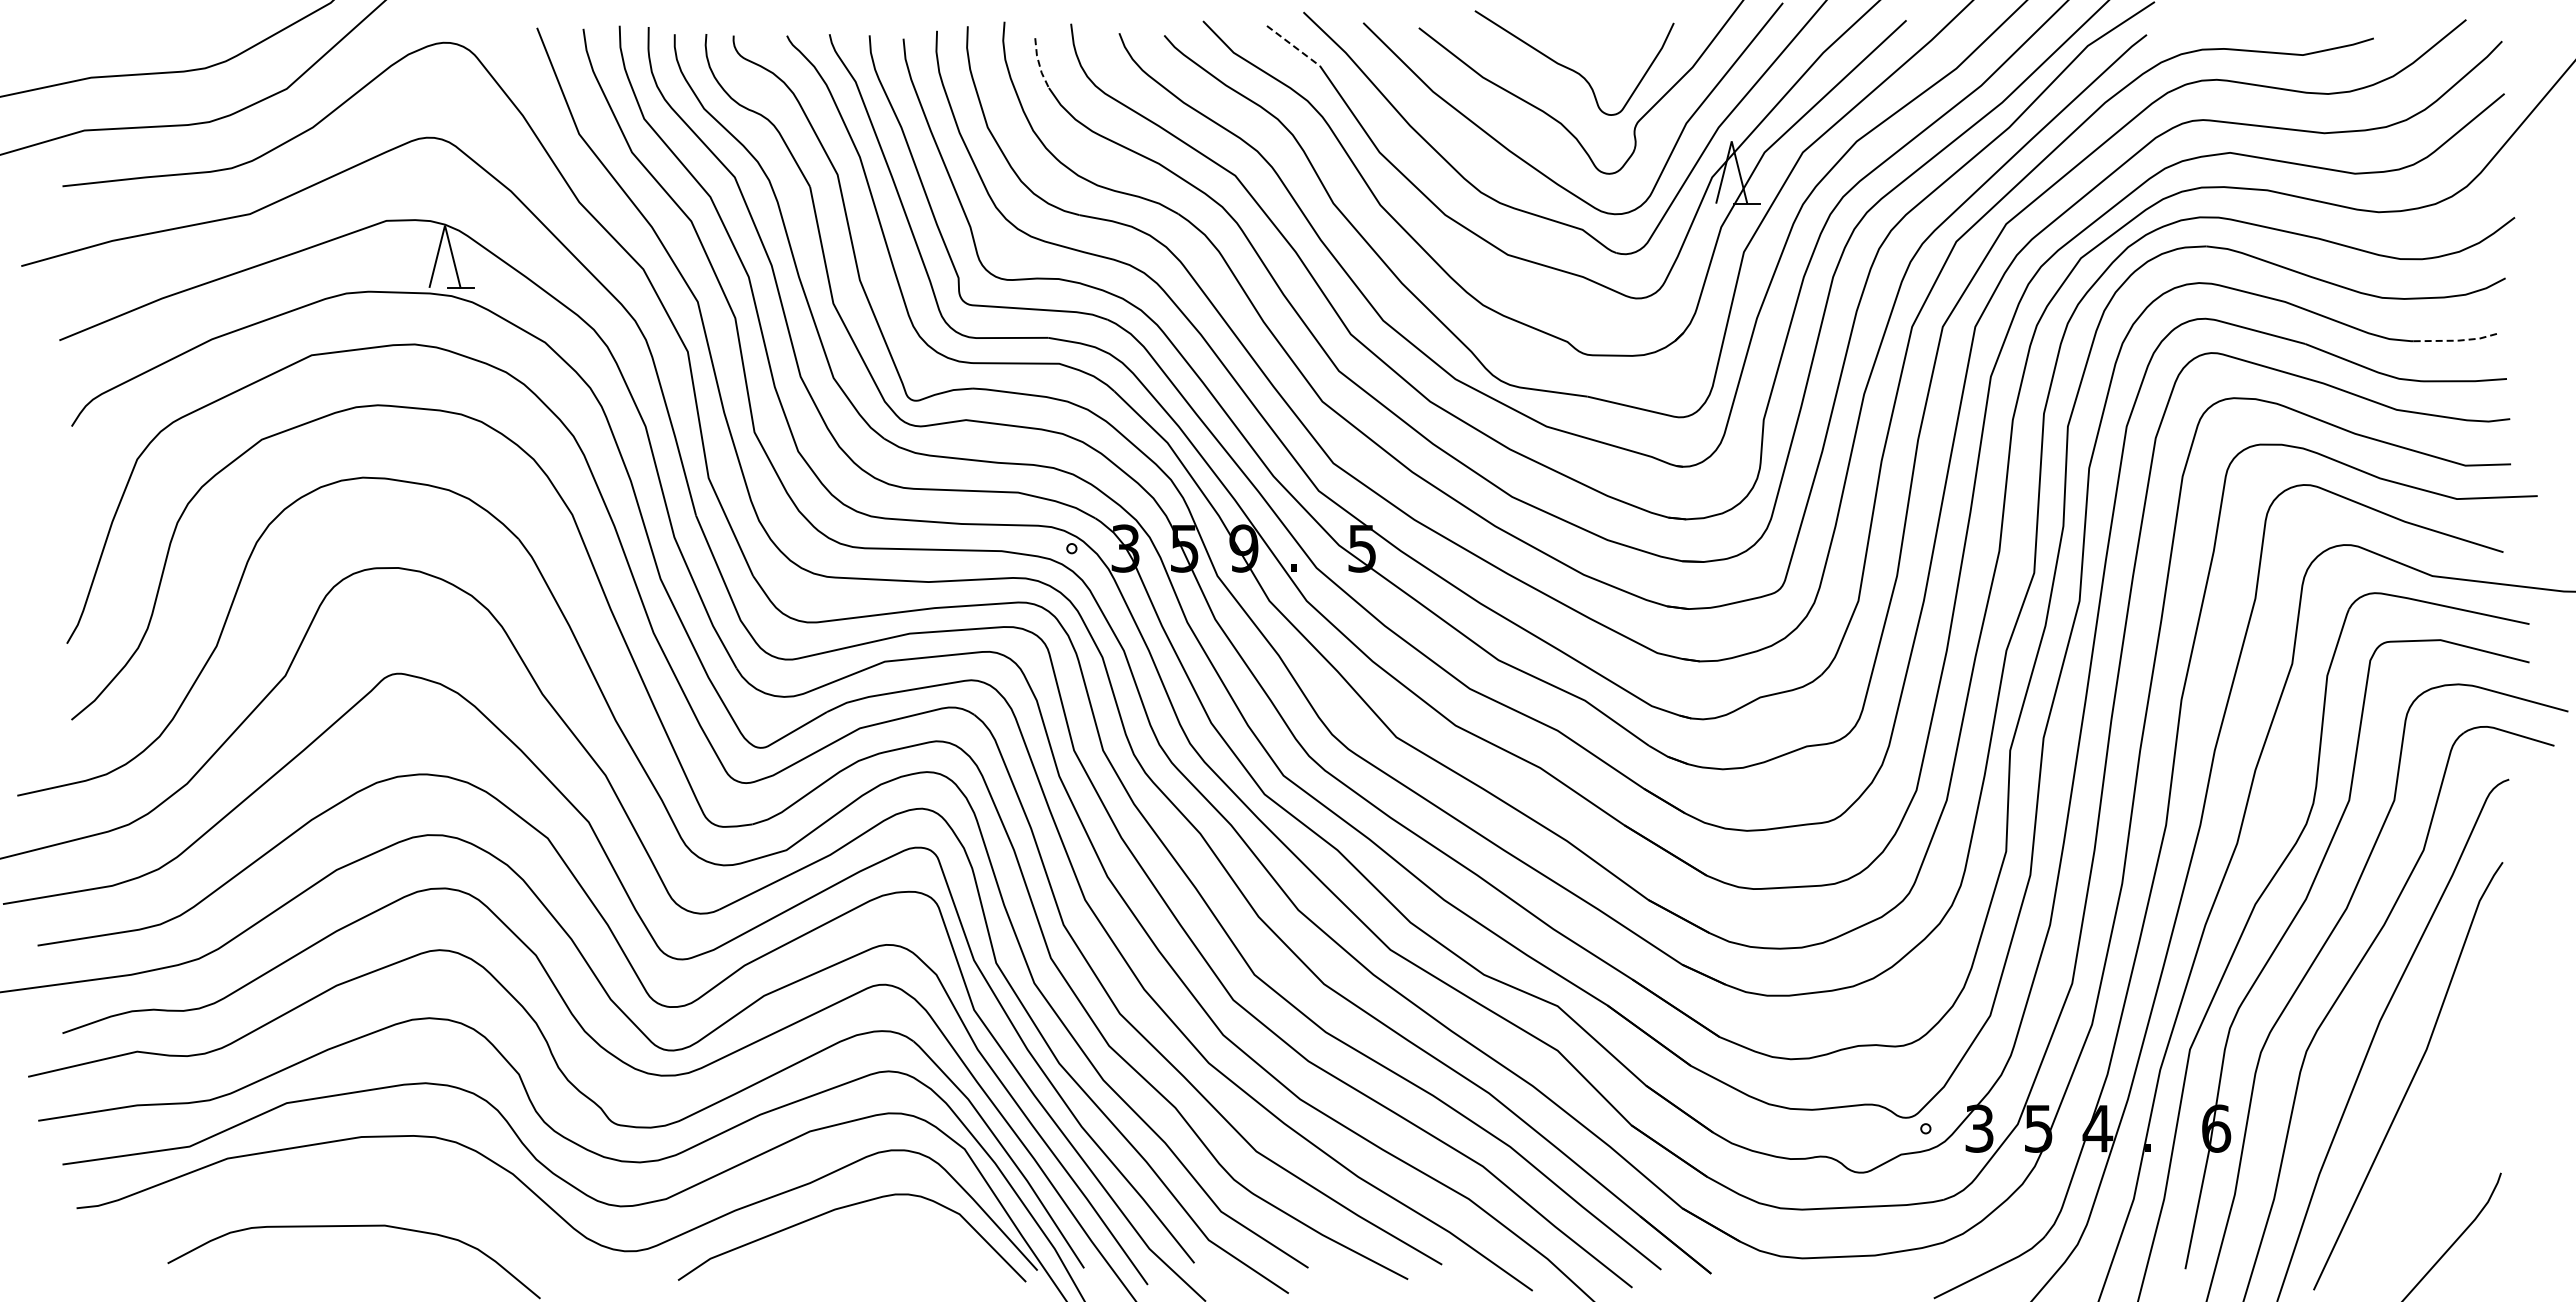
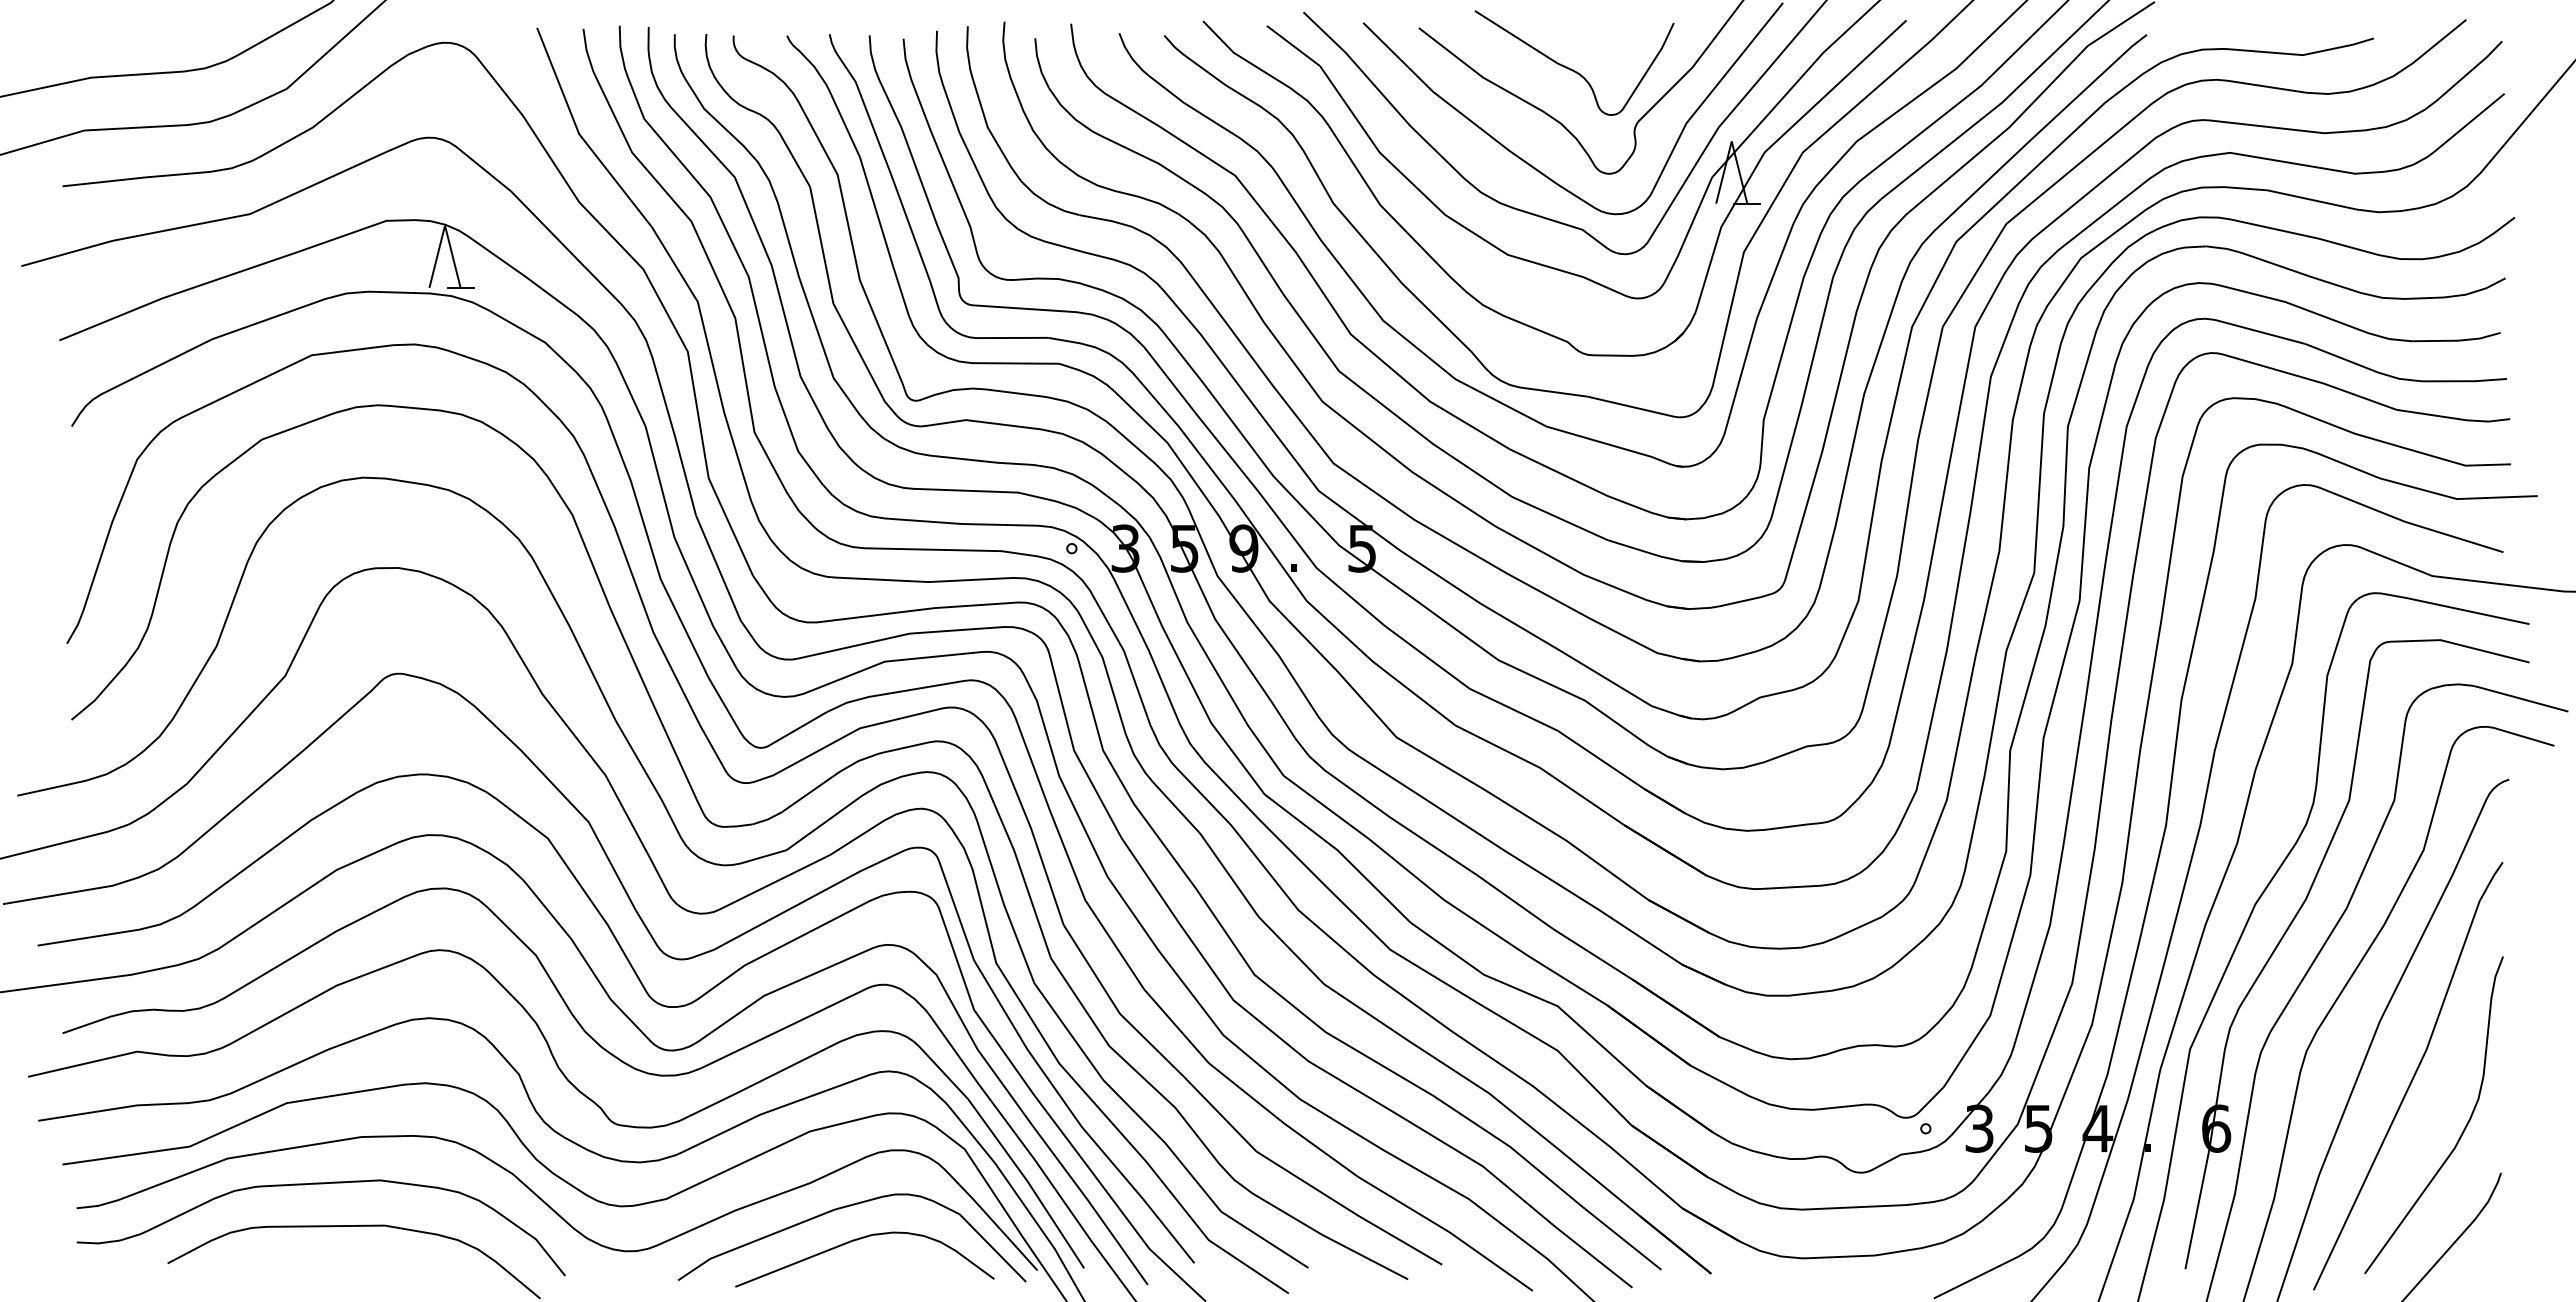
line at (1293, 46): dashed -> solid
line at (1039, 64): dashed -> solid
line at (2458, 340): dashed -> solid
curve at (2463, 1129): none -> present
curve at (320, 1184): none -> present
curve at (861, 1239): none -> present
